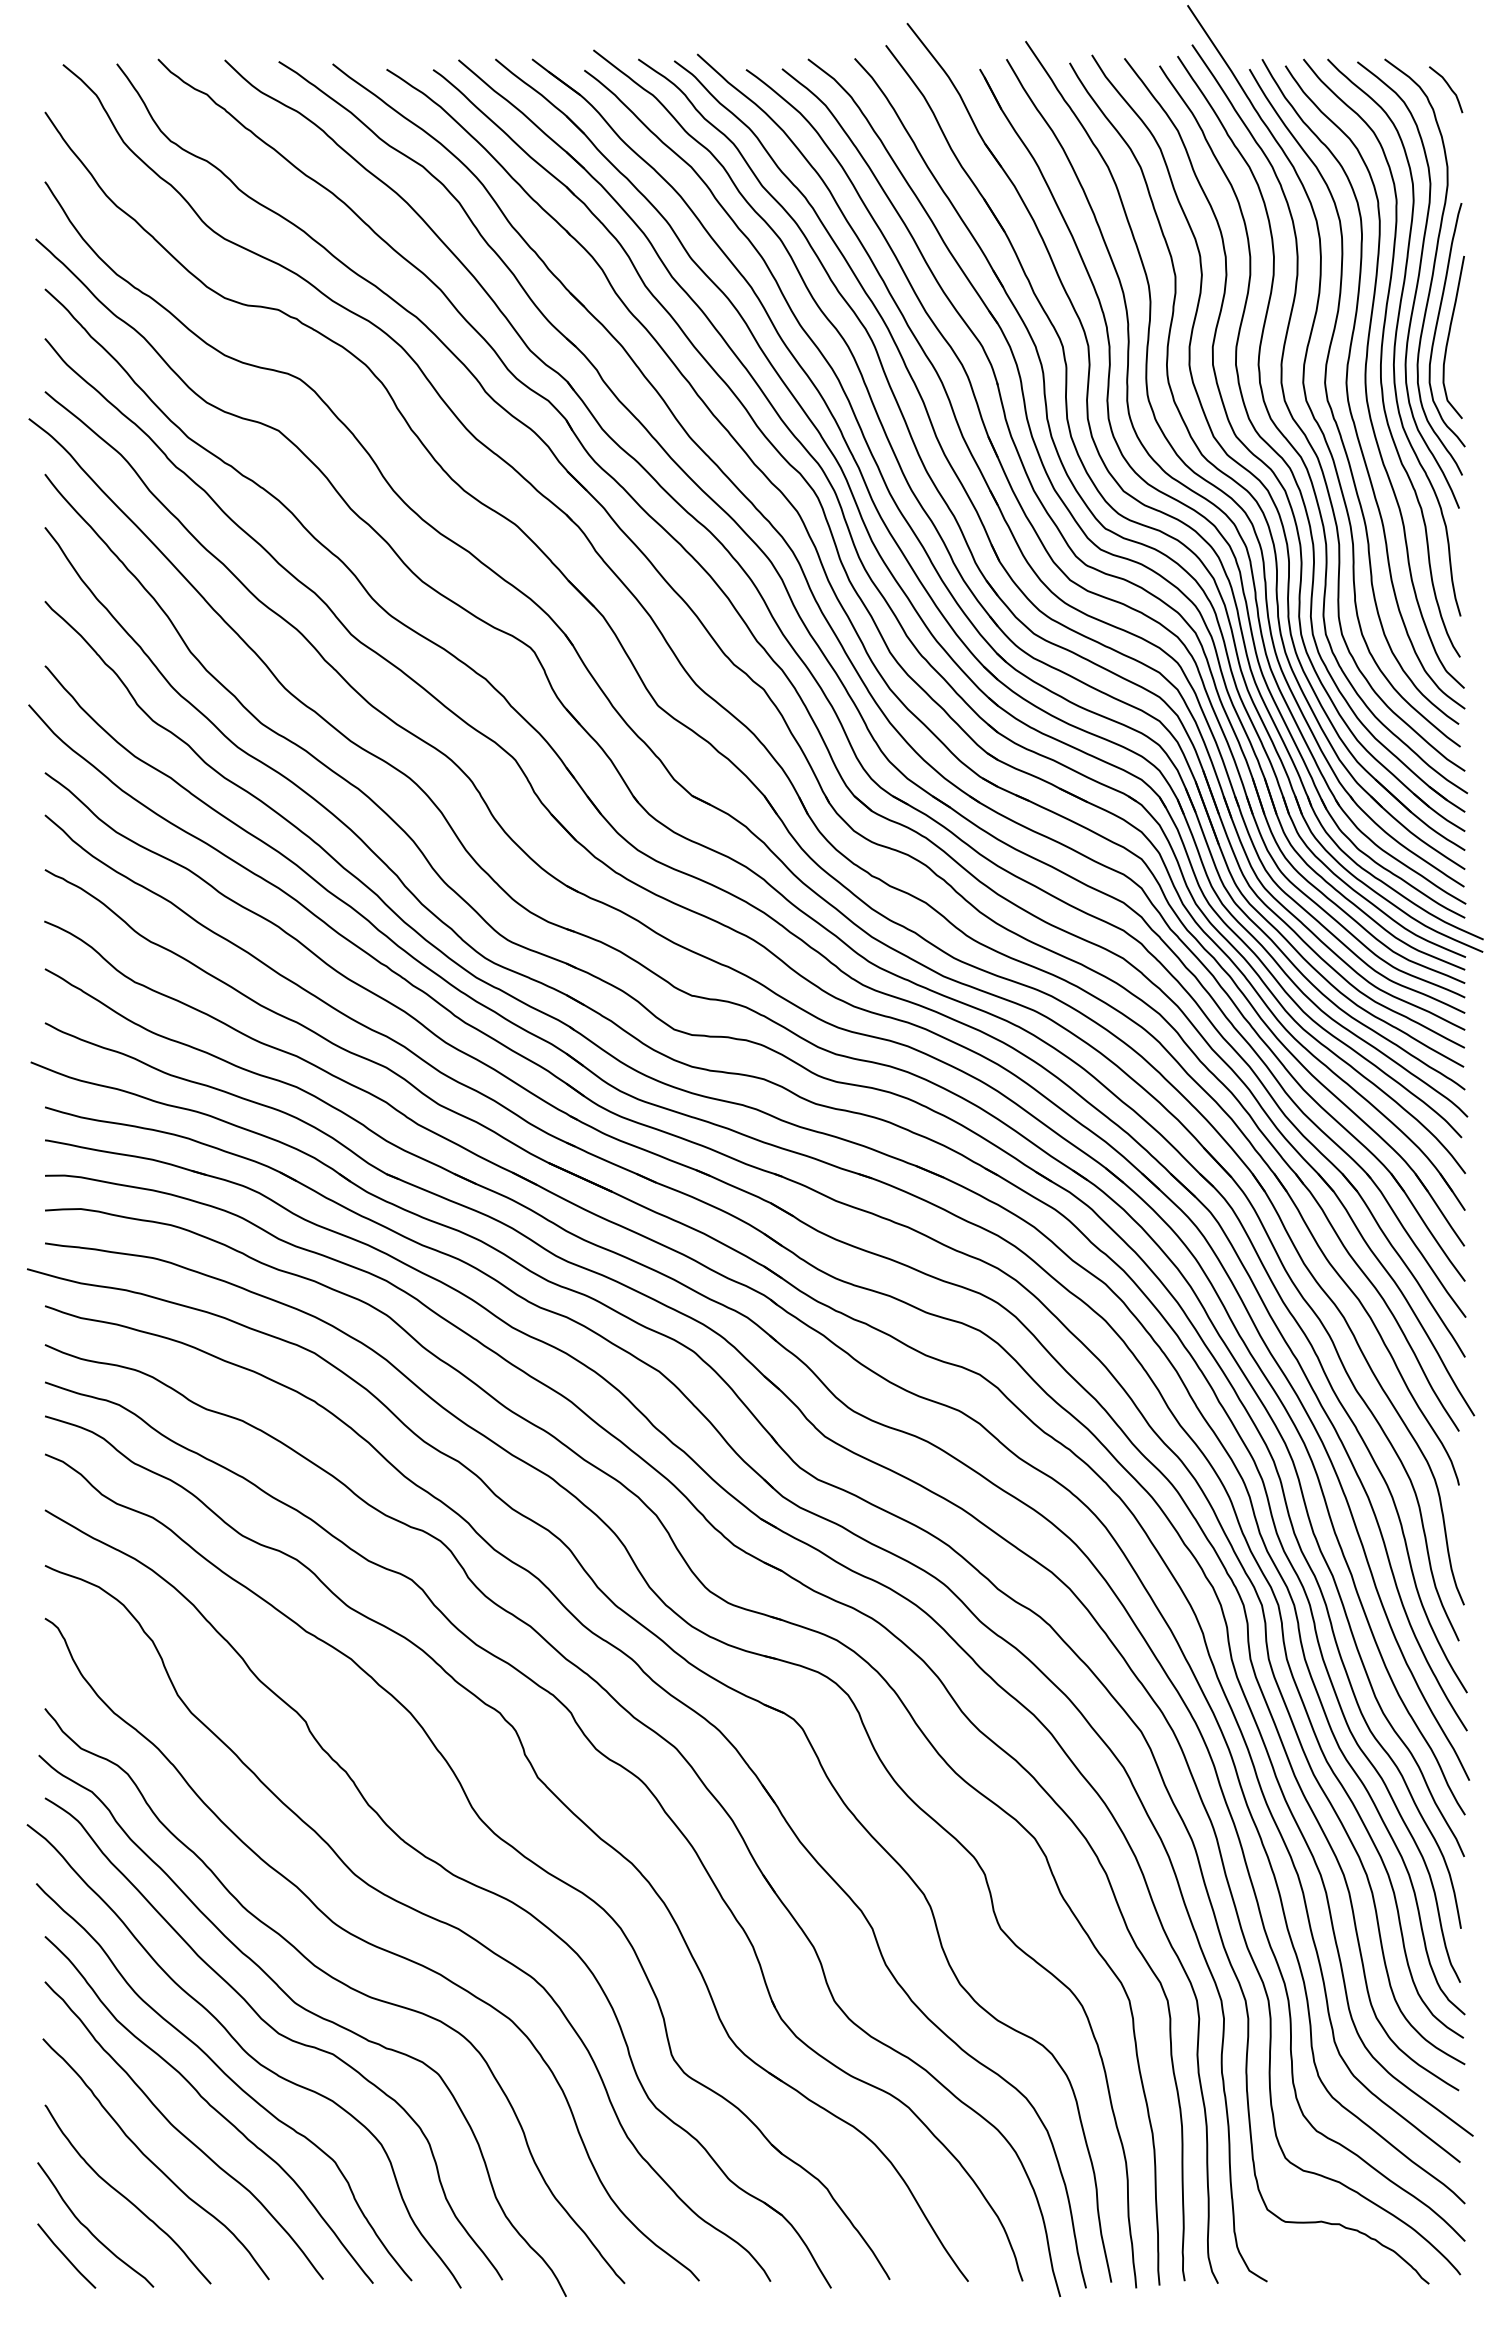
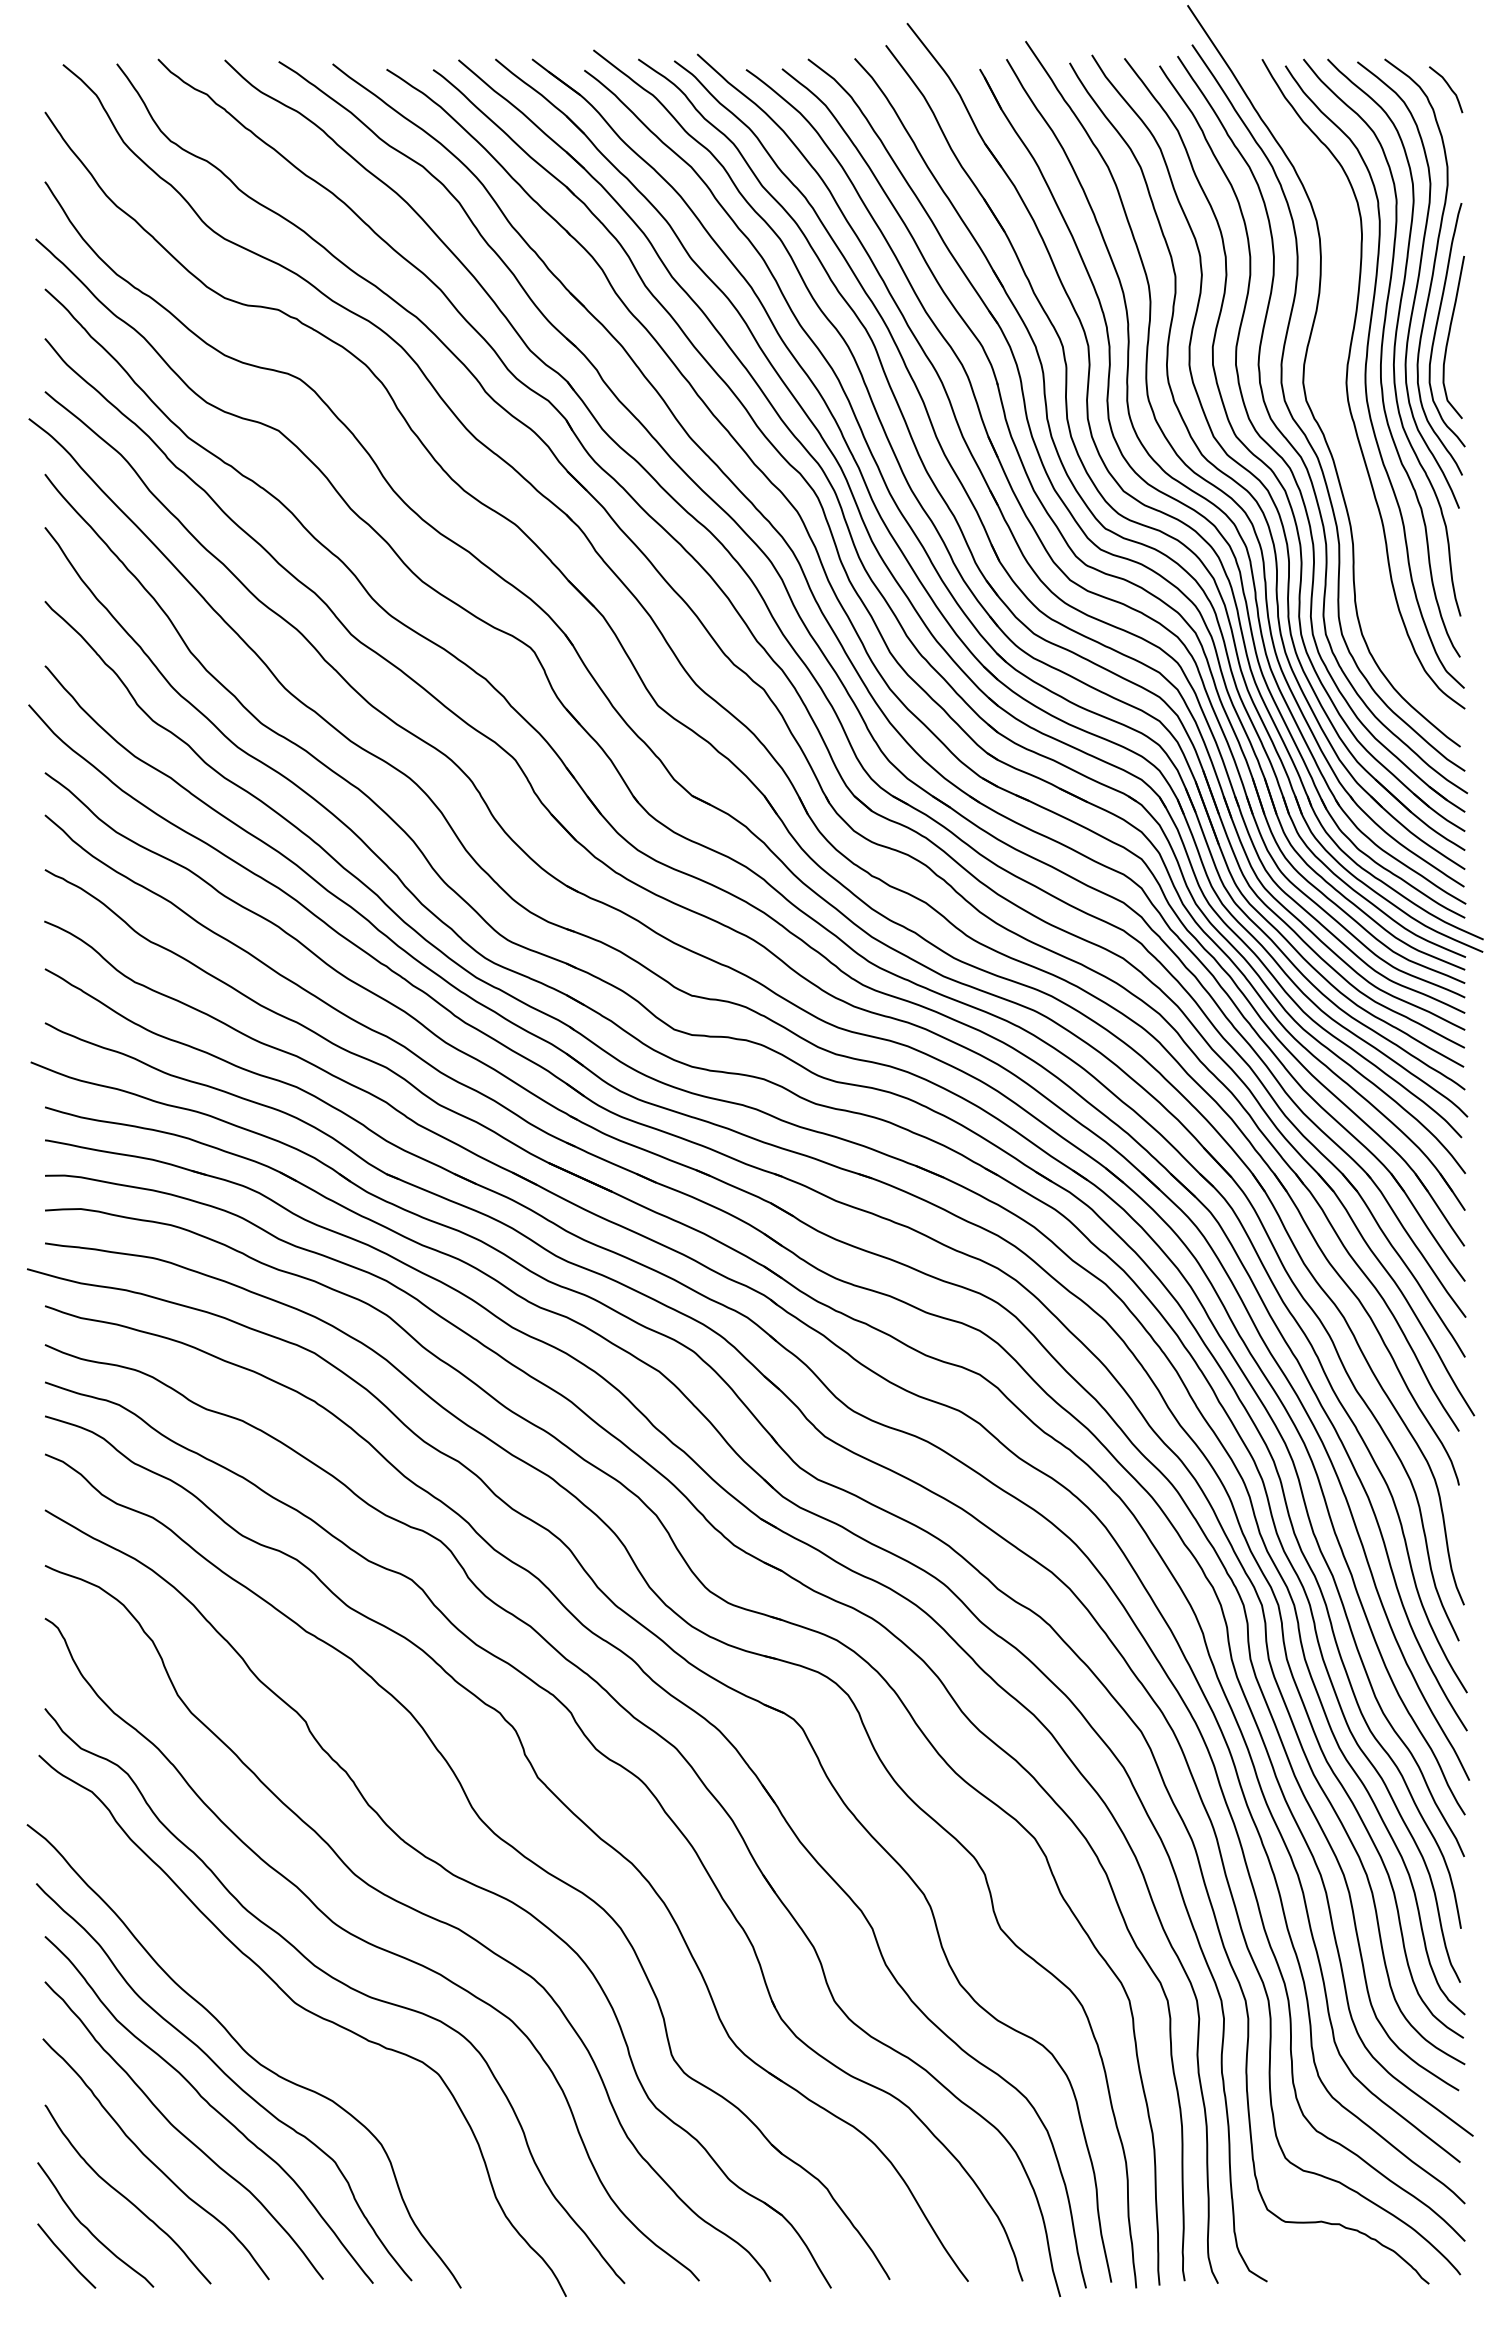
curve at (1331, 406): present -> none
curve at (275, 2032): present -> none
